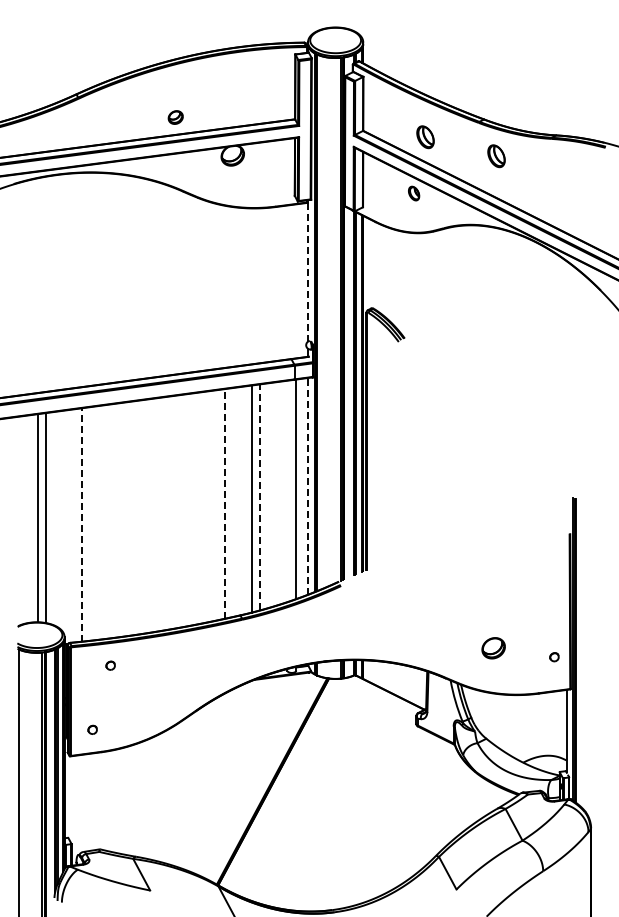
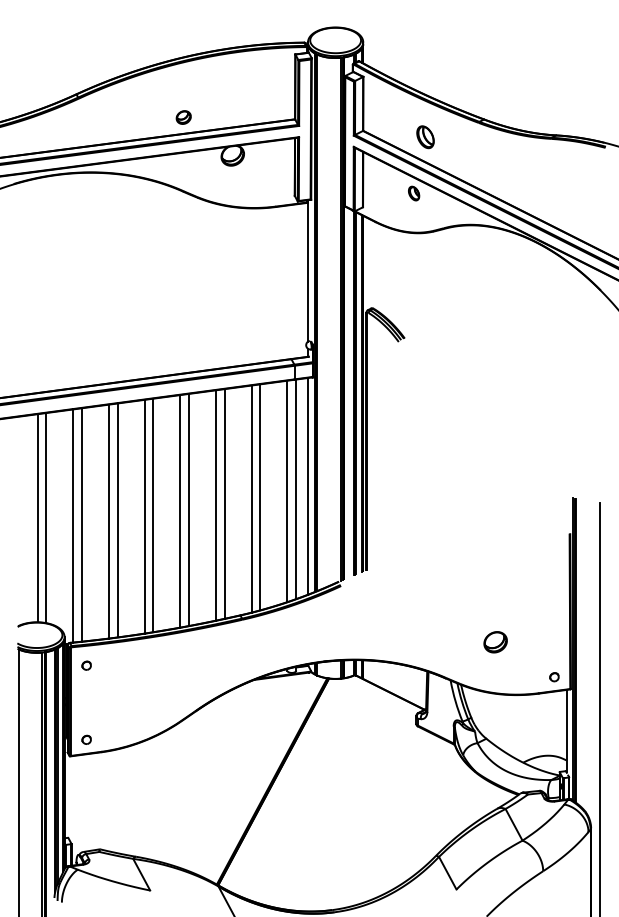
part at (175, 117) position: (175, 117) -> (183, 117)
part at (496, 156): present -> none
line at (308, 270): dashed -> solid
line at (308, 485): dashed -> solid
line at (287, 491): none -> present
line at (260, 497): dashed -> solid
line at (224, 503): dashed -> solid
line at (216, 505): none -> present
line at (189, 509): none -> present
line at (180, 511): none -> present
line at (153, 515): none -> present
line at (144, 516): none -> present
line at (117, 520): none -> present
line at (109, 521): none -> present
line at (82, 524): dashed -> solid
line at (73, 525): none -> present
part at (493, 648) position: (493, 648) -> (495, 642)
part at (554, 657) position: (554, 657) -> (554, 677)
part at (110, 665) position: (110, 665) -> (86, 665)
line at (599, 707): none -> present
part at (92, 729) position: (92, 729) -> (86, 739)
